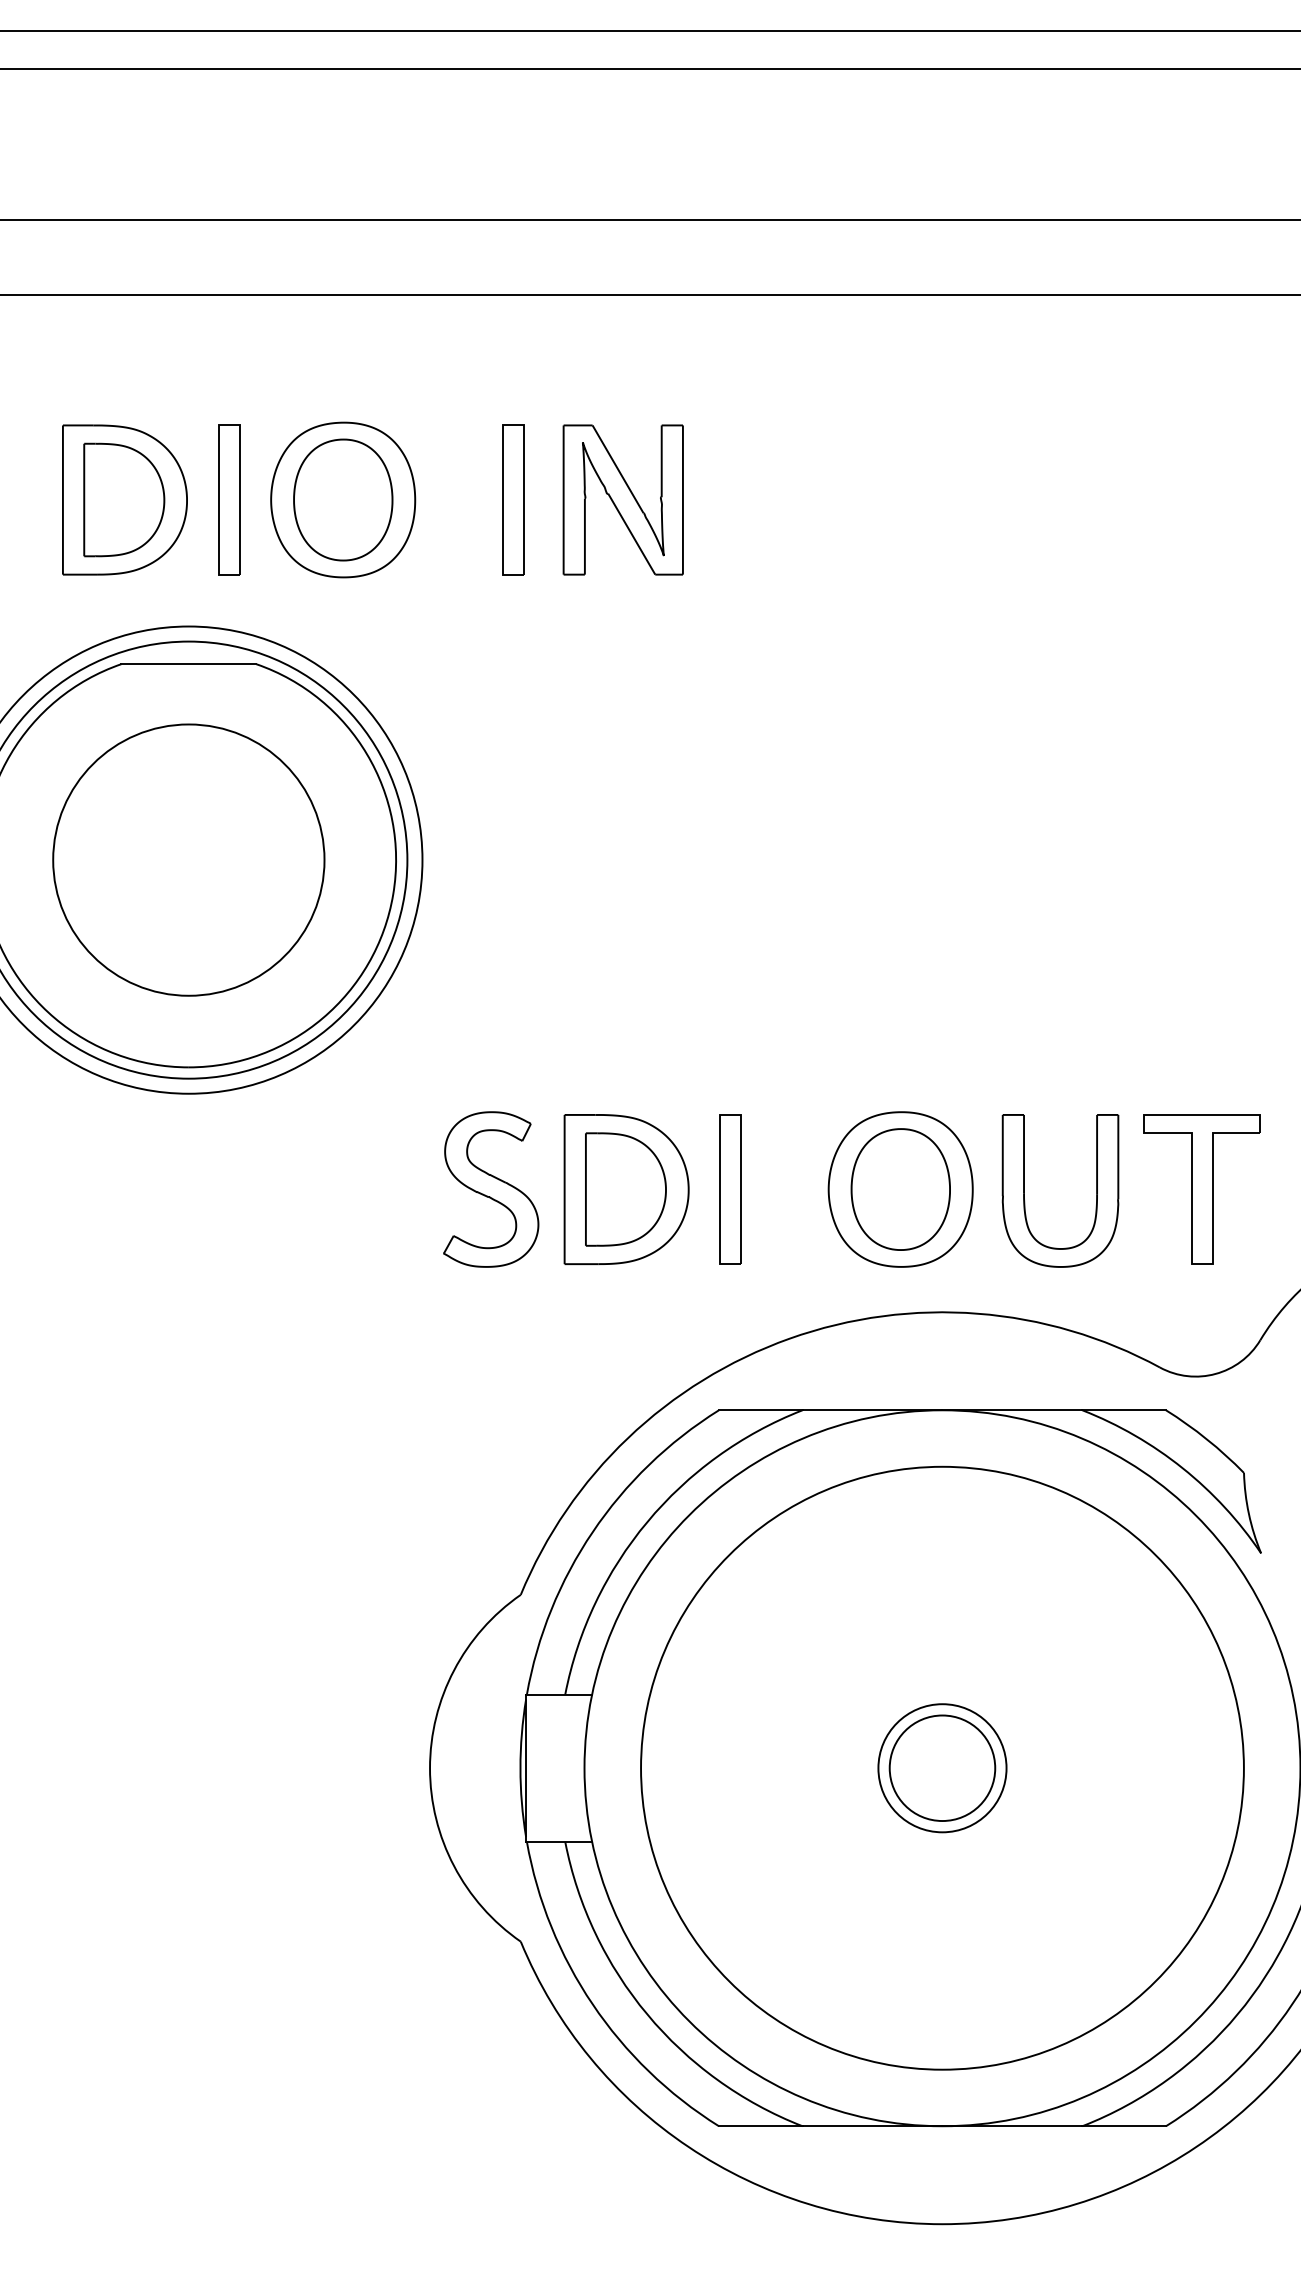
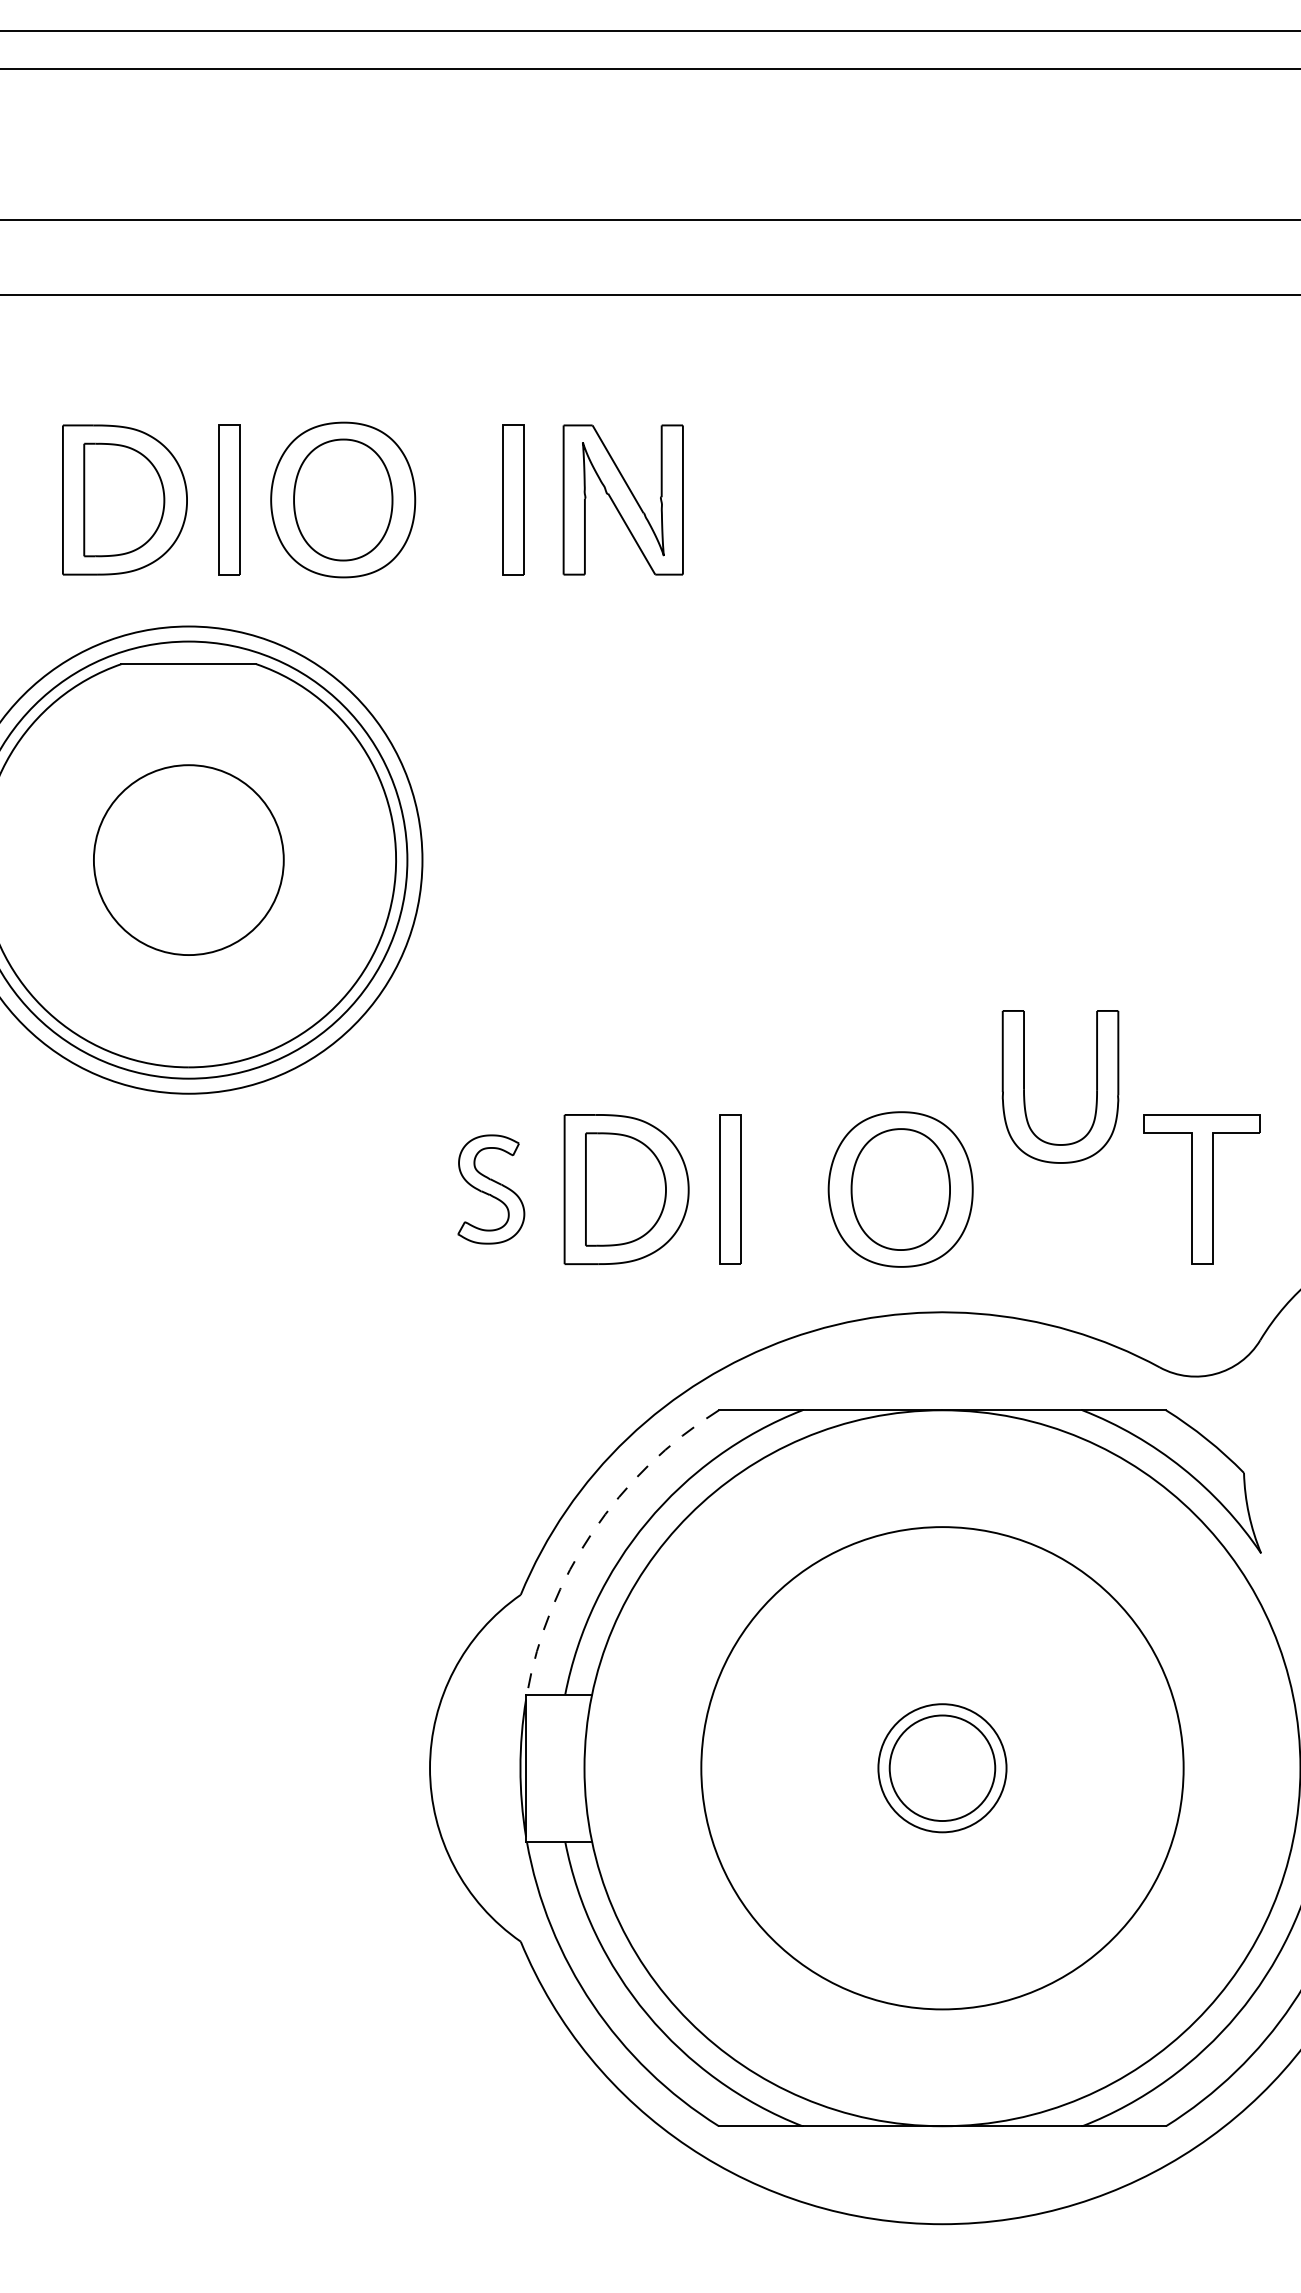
circle at (188, 859) diameter: 271 px -> 190 px
part at (491, 1189) size: 97x157 px -> 69x111 px
part at (1024, 1190) position: (1024, 1190) -> (1024, 1086)
arc at (592, 1532): solid -> dashed
circle at (942, 1767) diameter: 603 px -> 482 px
